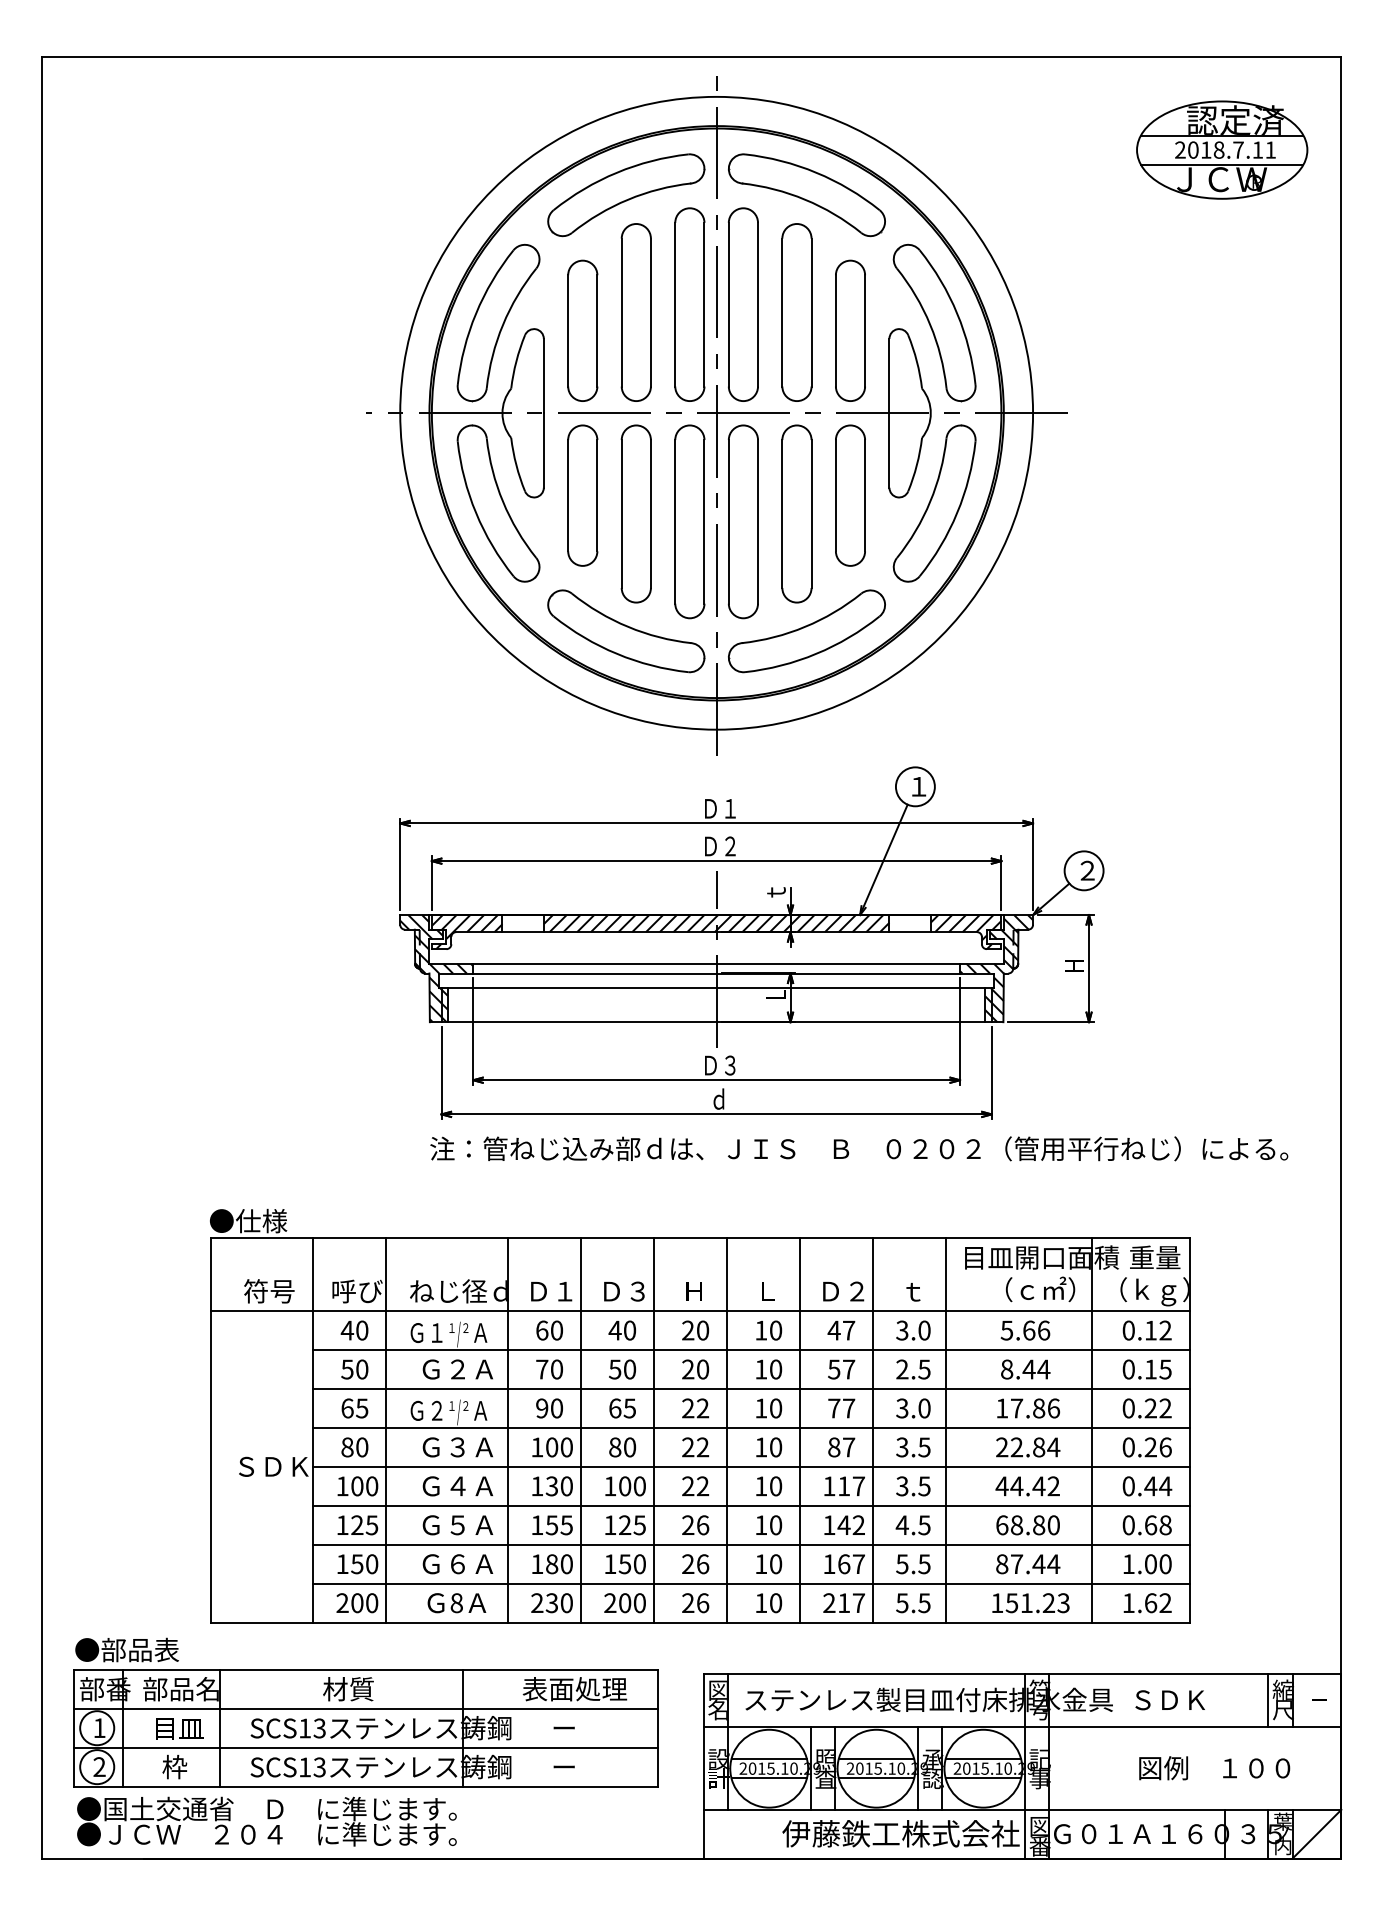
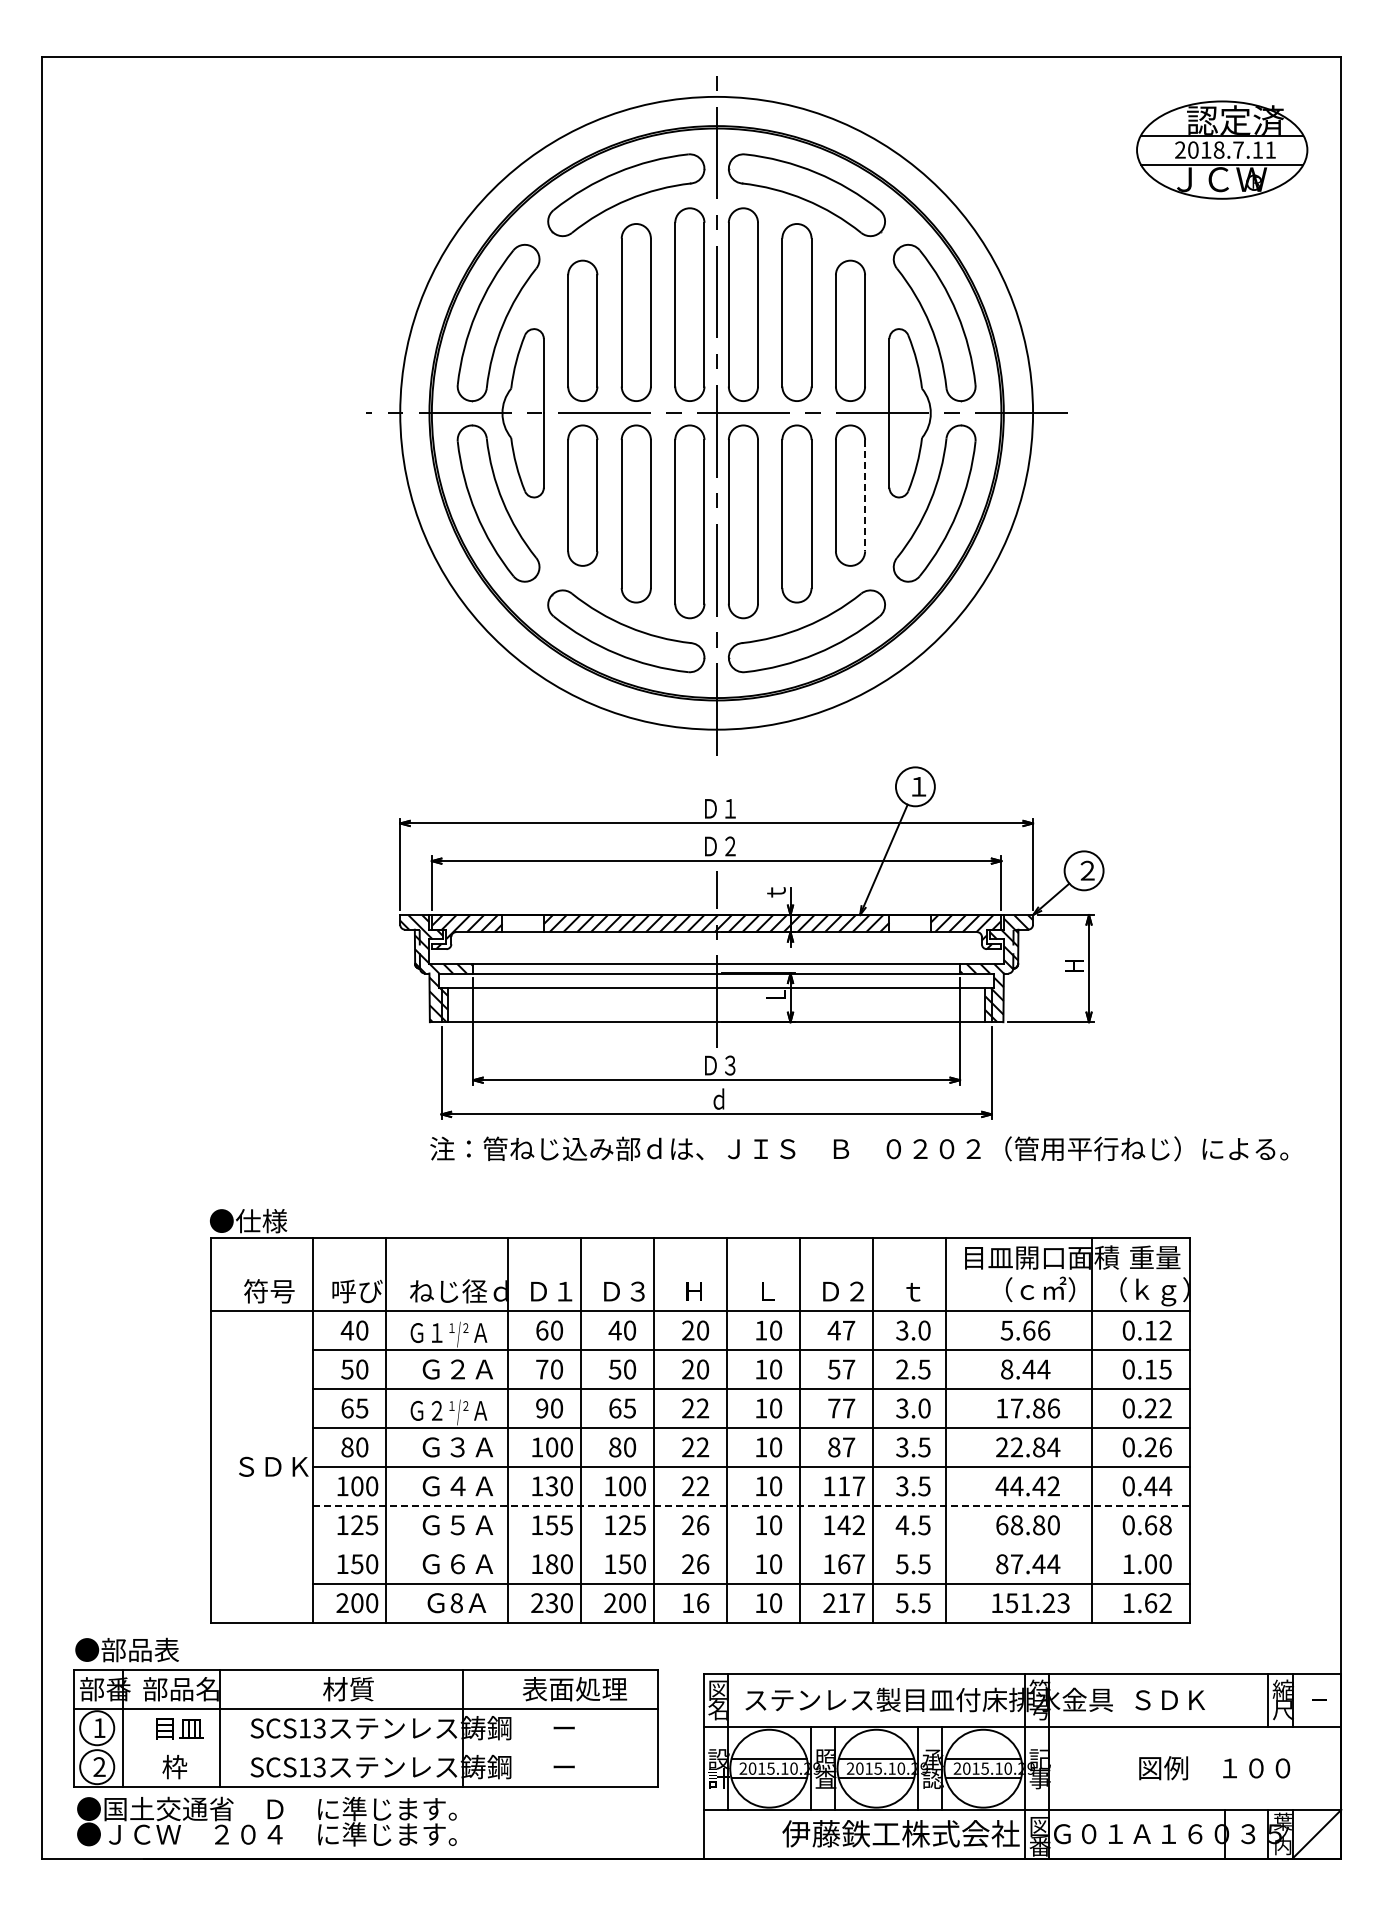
line at (865, 495): solid -> dashed
line at (752, 1505): solid -> dashed
line at (751, 1544): present -> none
text at (688, 1602): 26 -> 16
line at (365, 1747): present -> none
